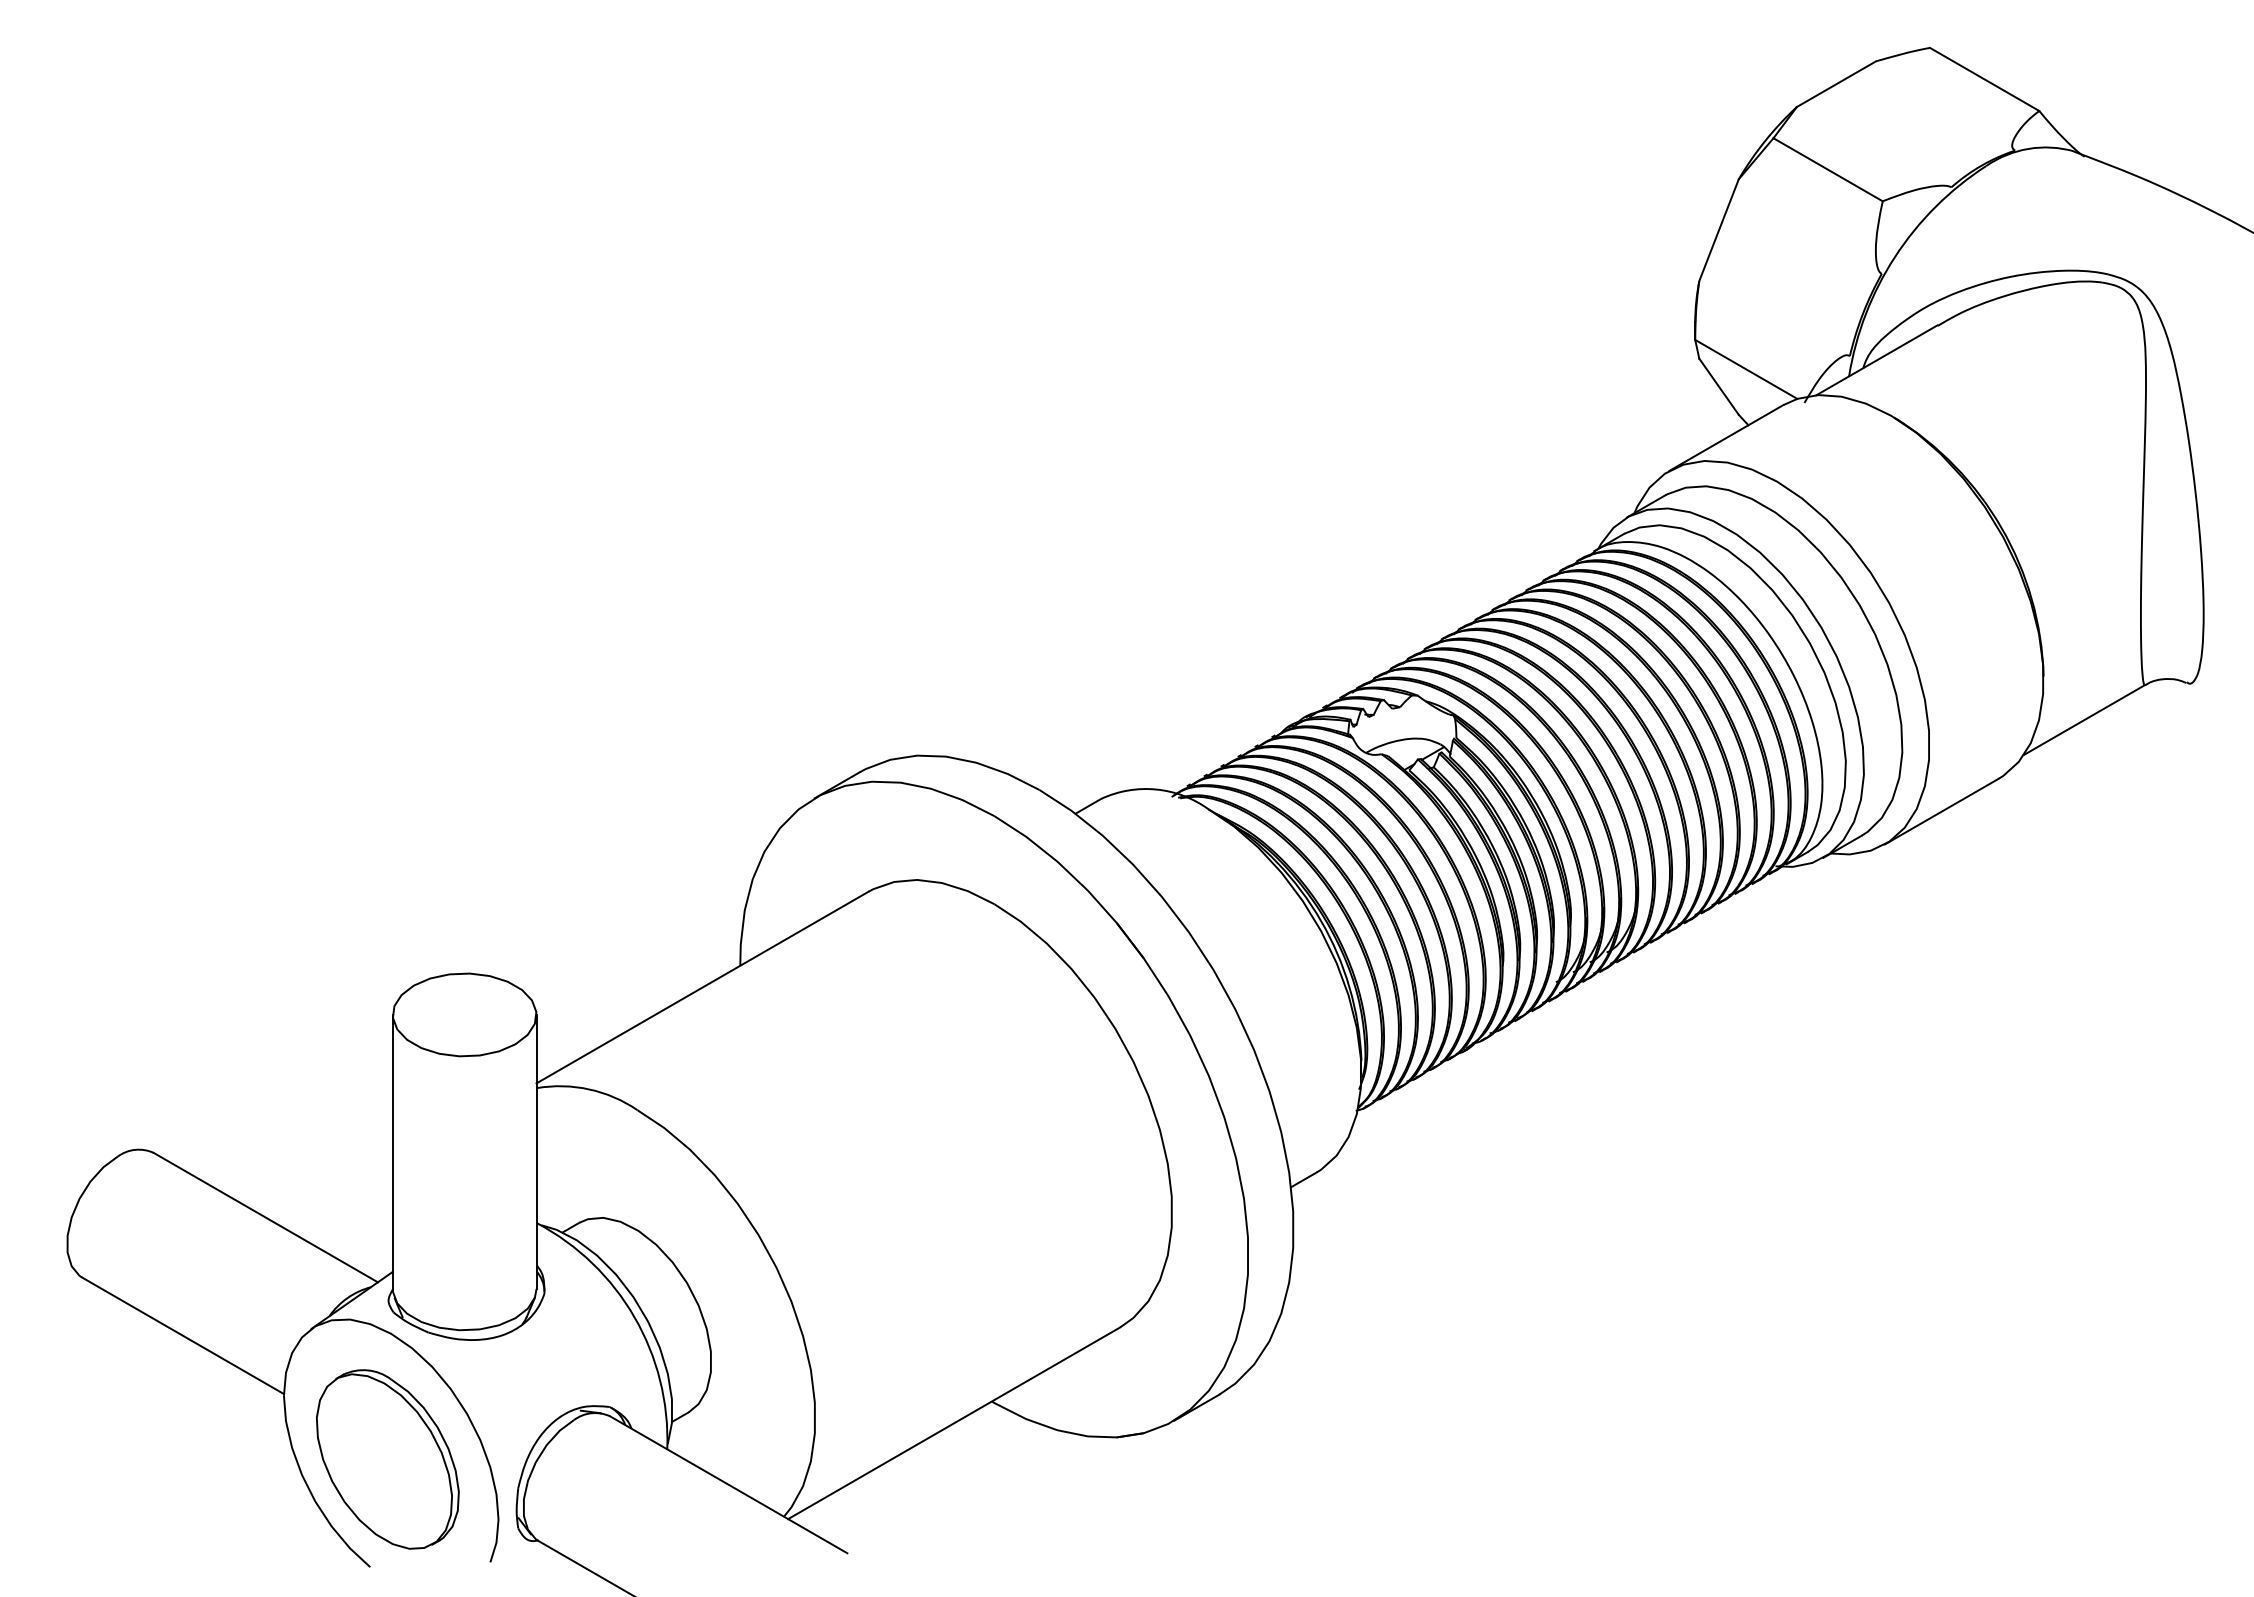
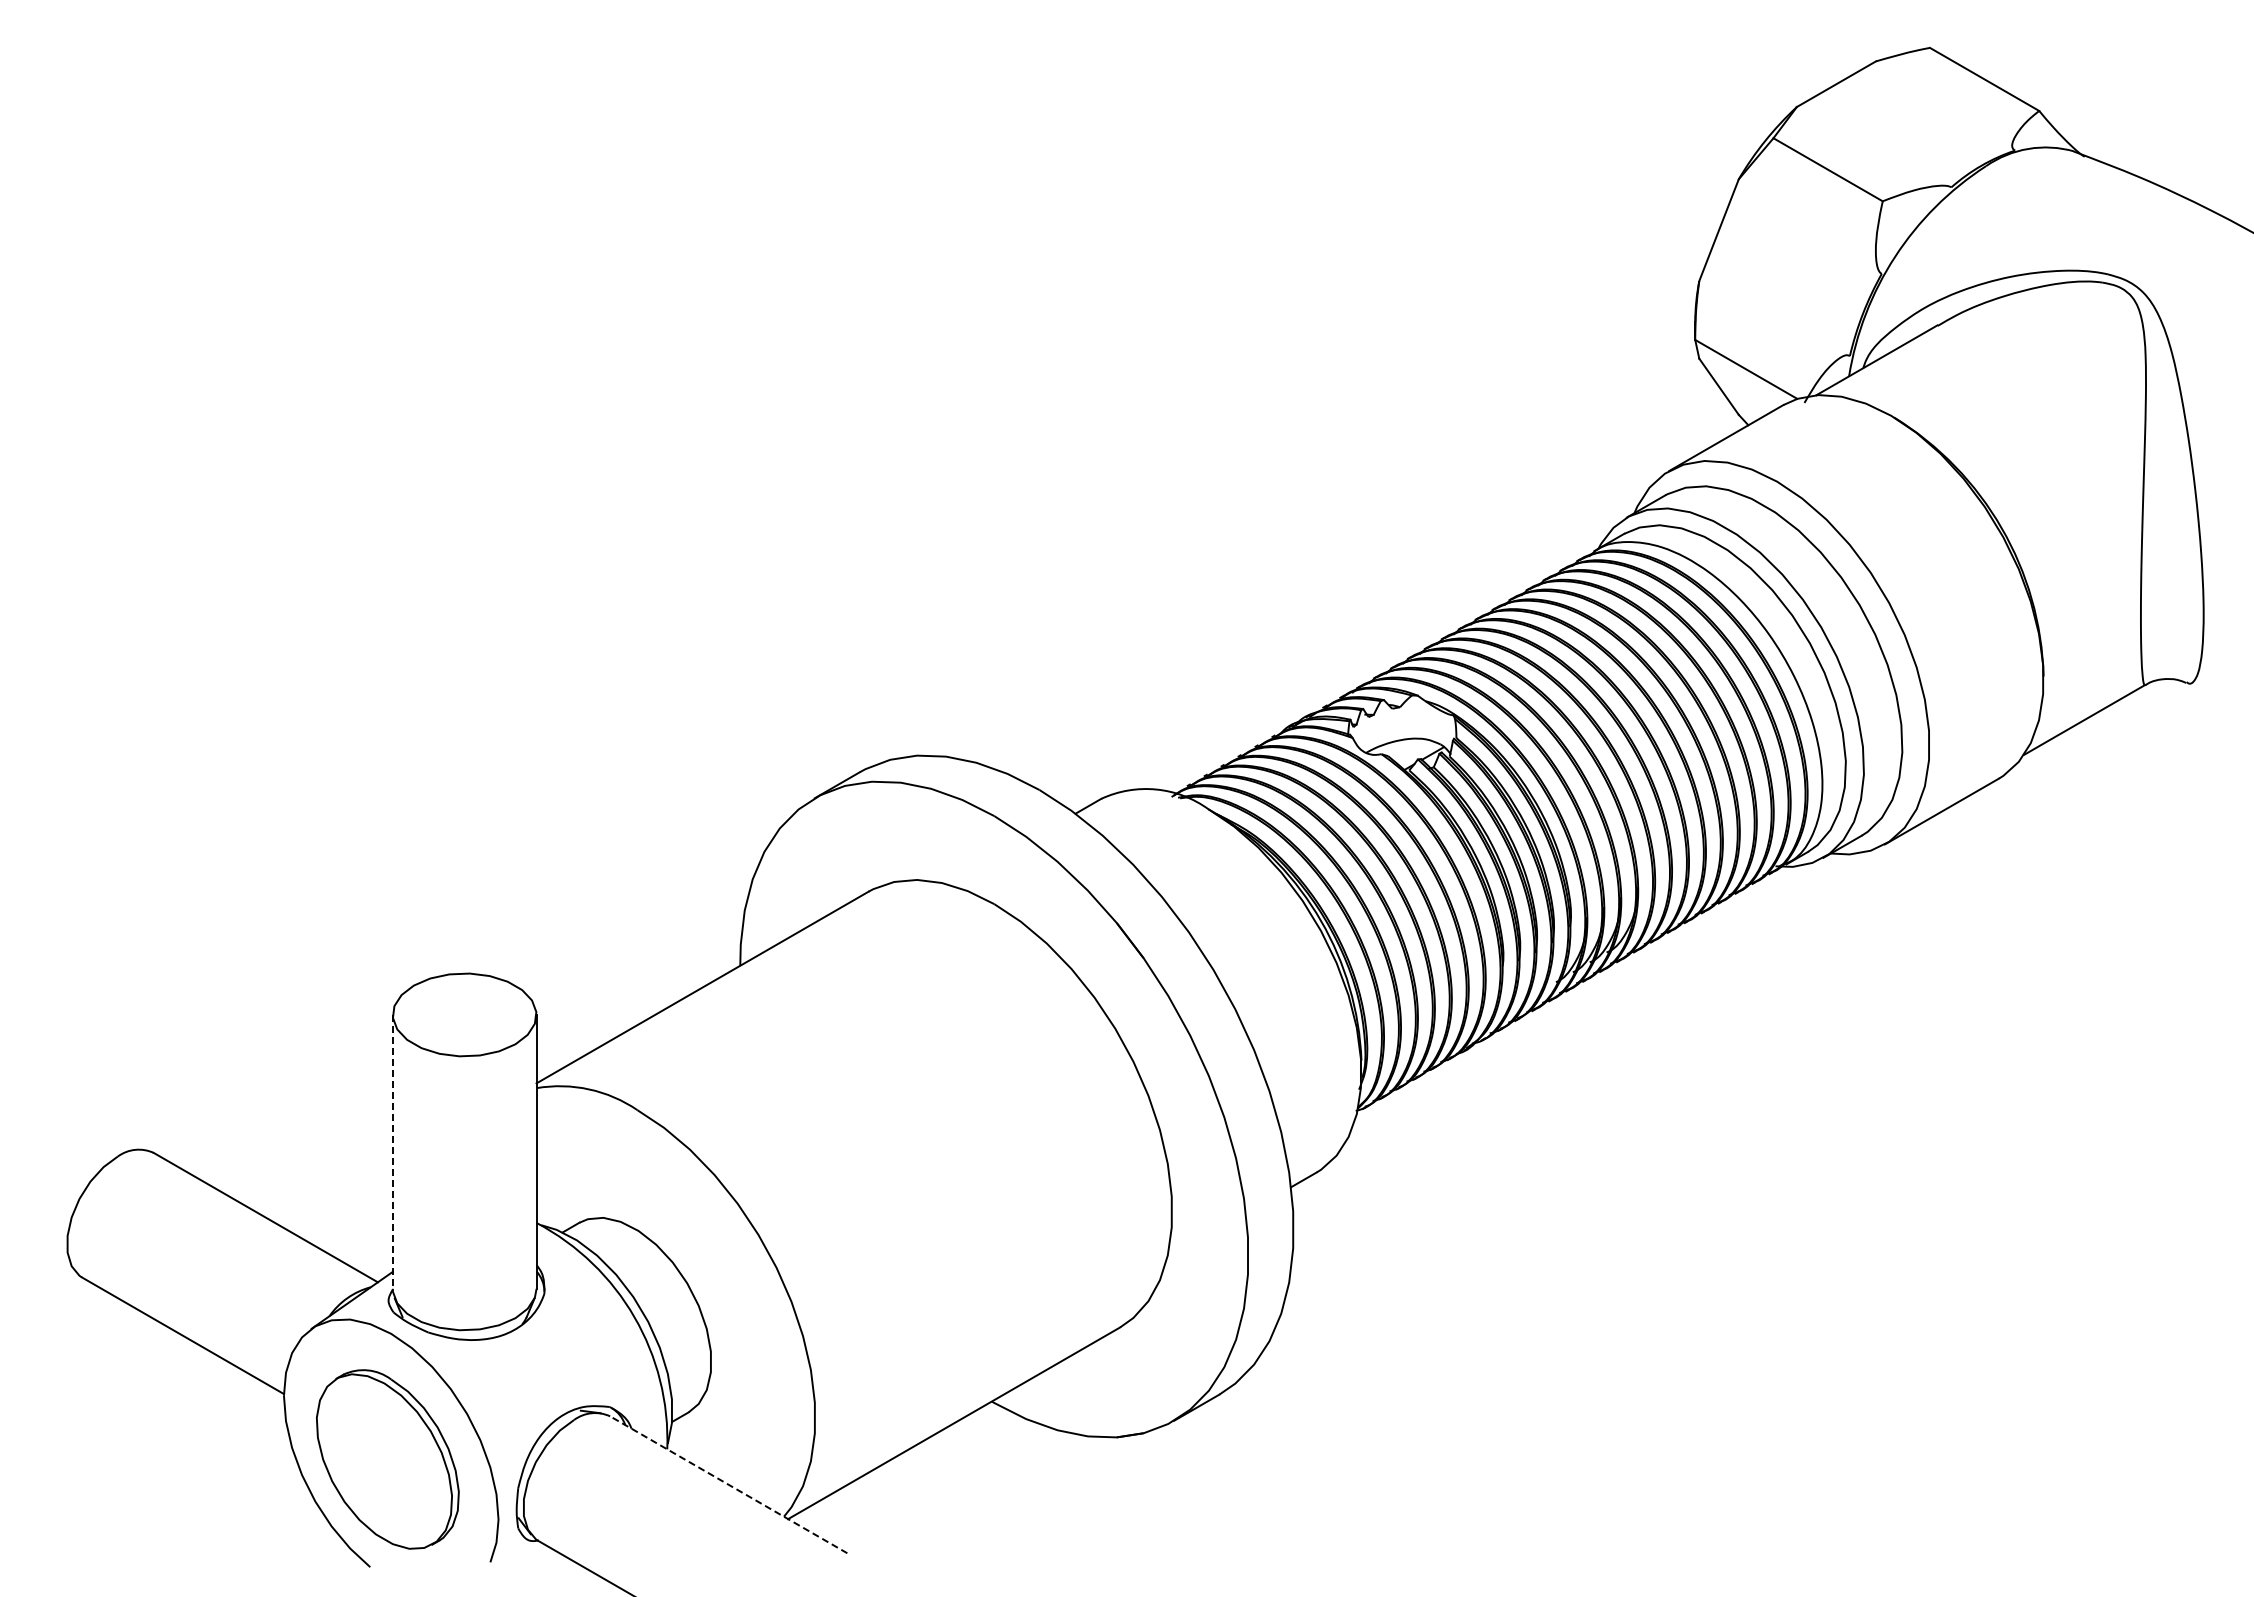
line at (392, 1151): solid -> dashed
line at (728, 1484): solid -> dashed
